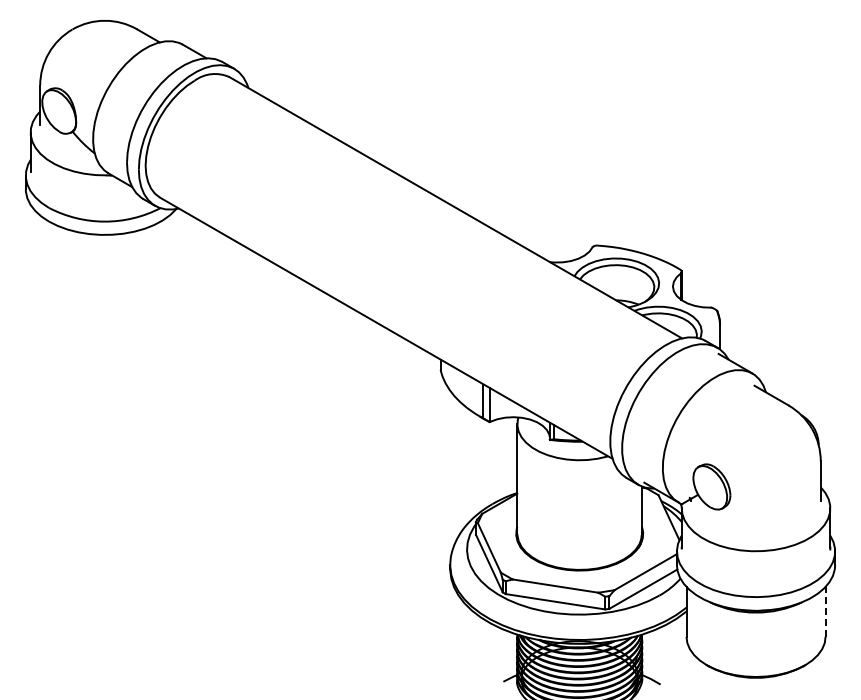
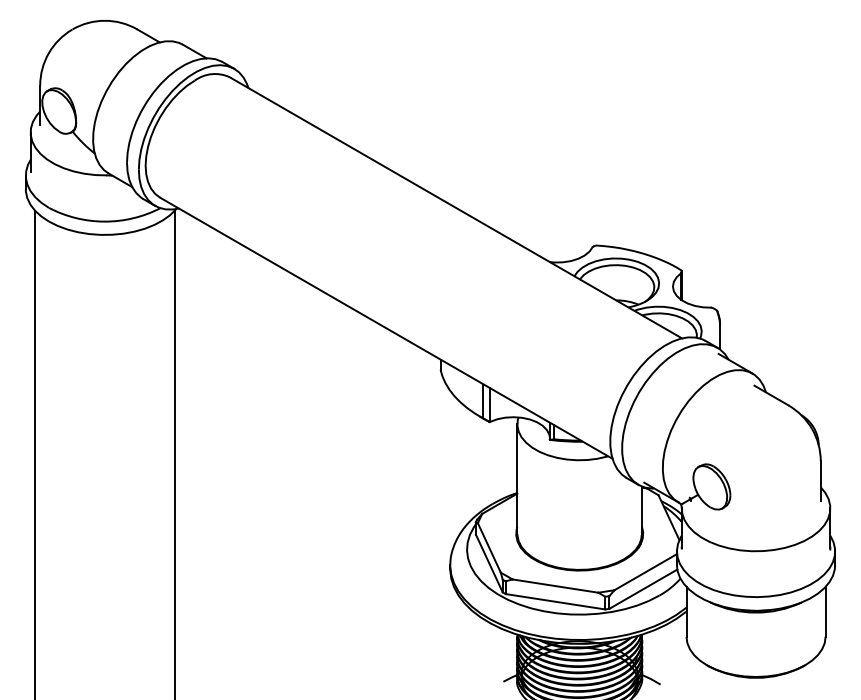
line at (35, 453): none -> present
line at (174, 453): none -> present
line at (825, 611): dashed -> solid
